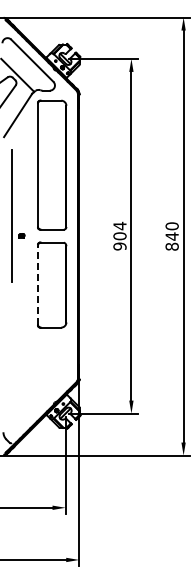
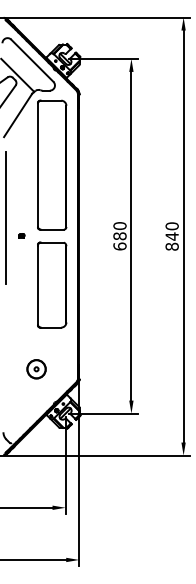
line at (11, 215) position: (11, 215) -> (5, 217)
text at (119, 235): 904 -> 680
line at (38, 285): dashed -> solid
part at (36, 369): none -> present
